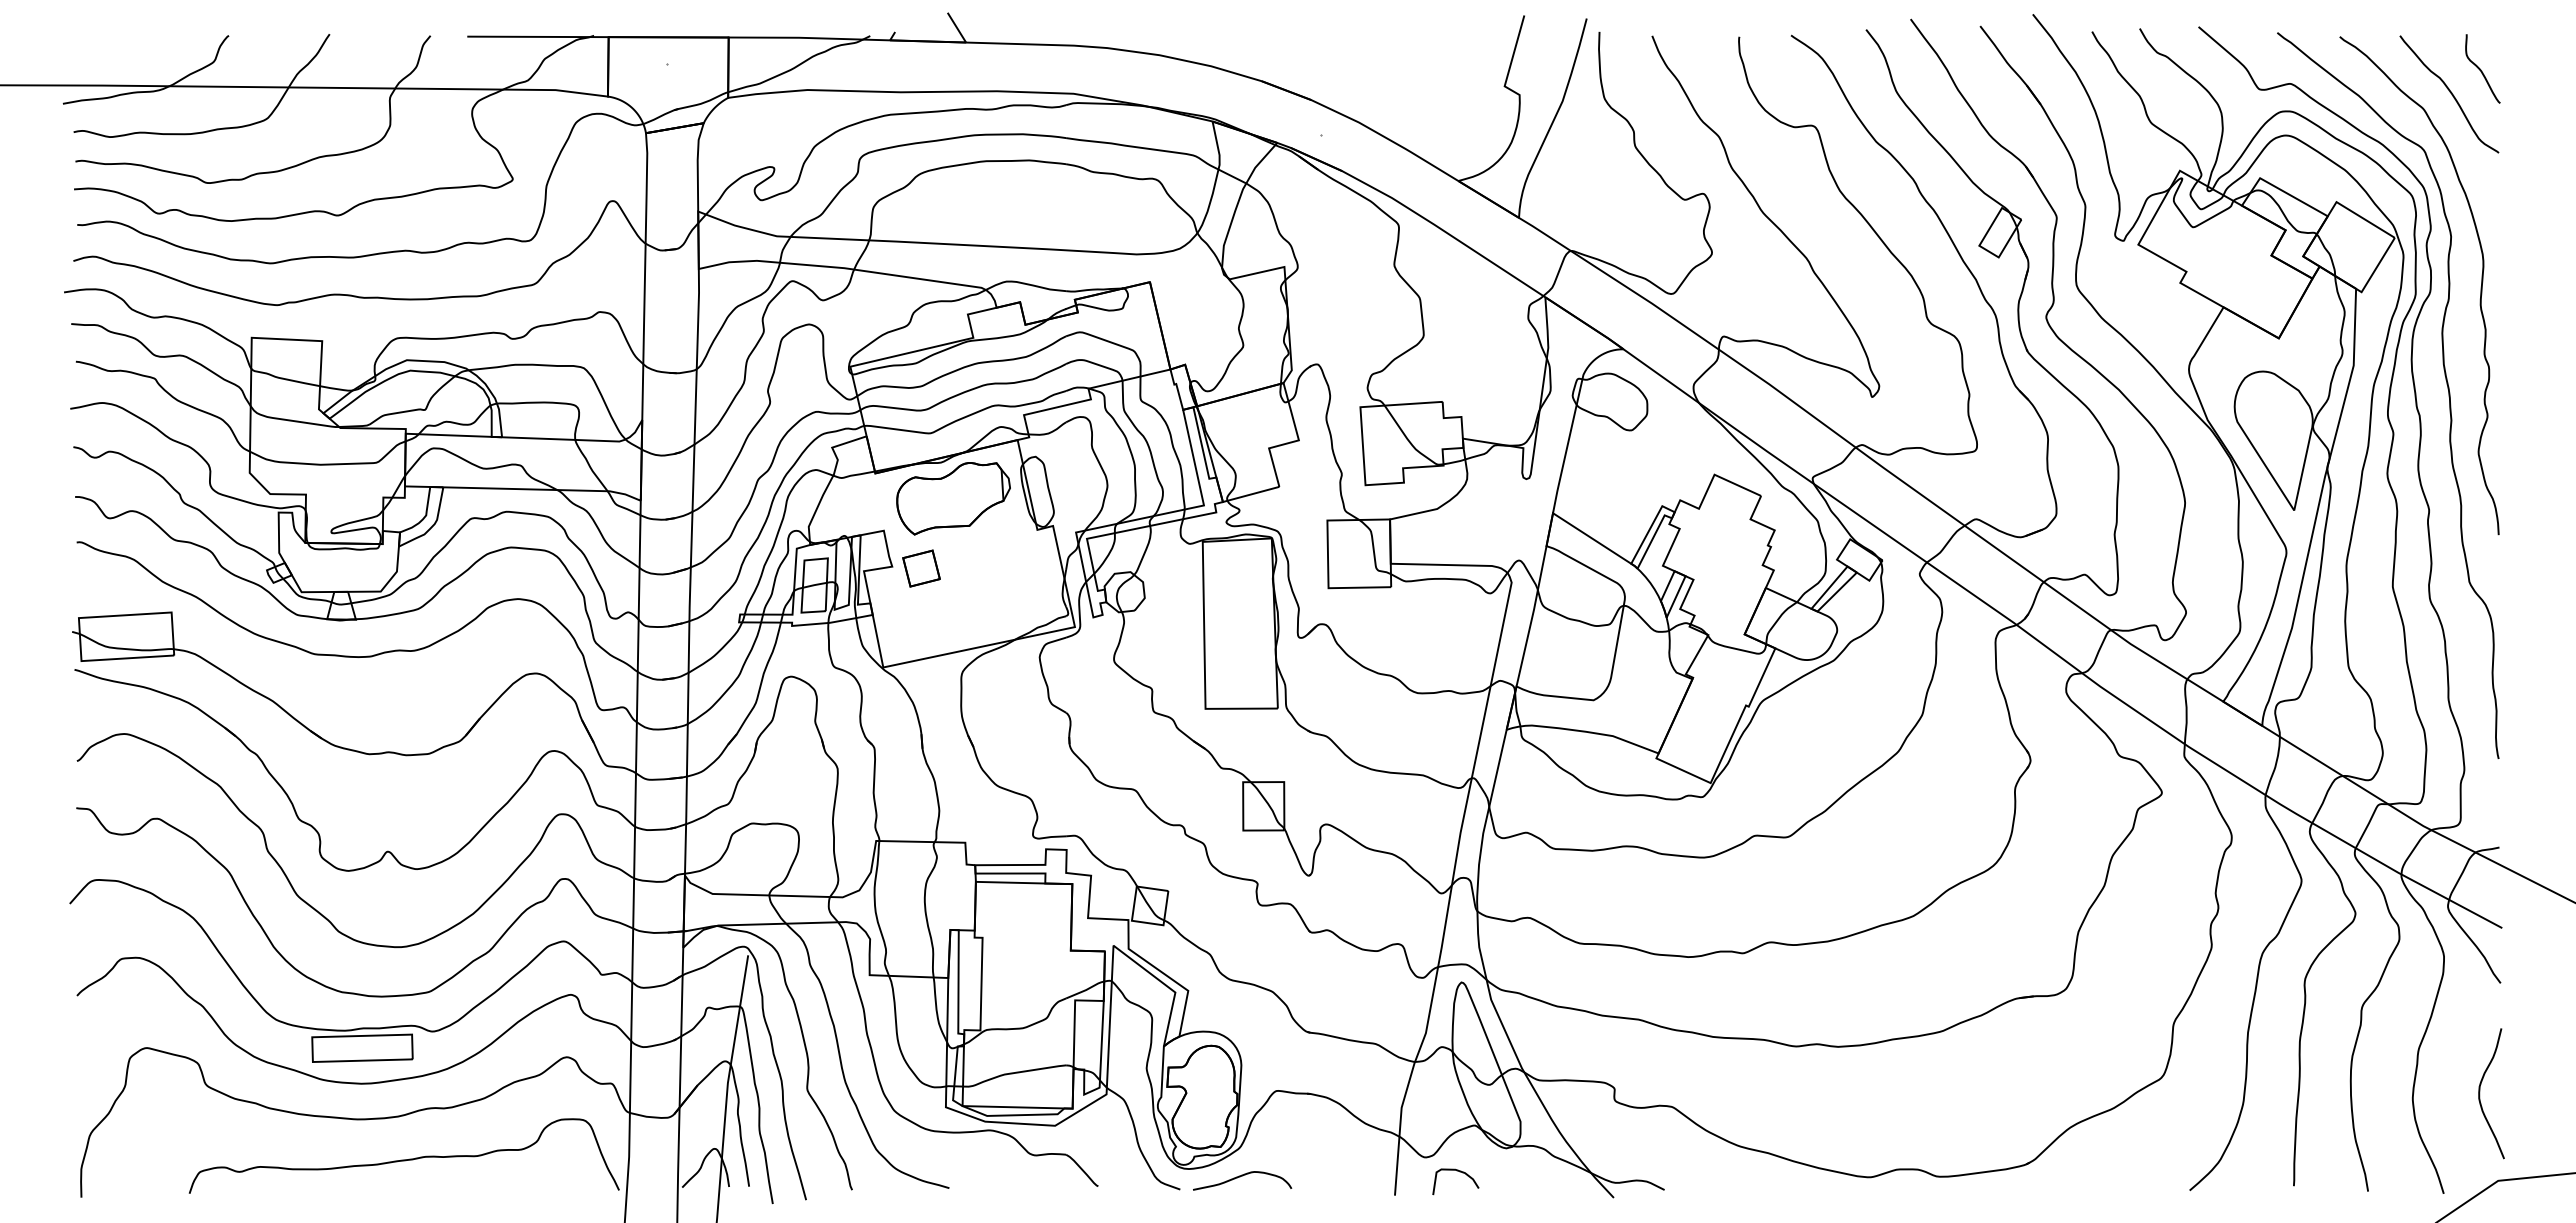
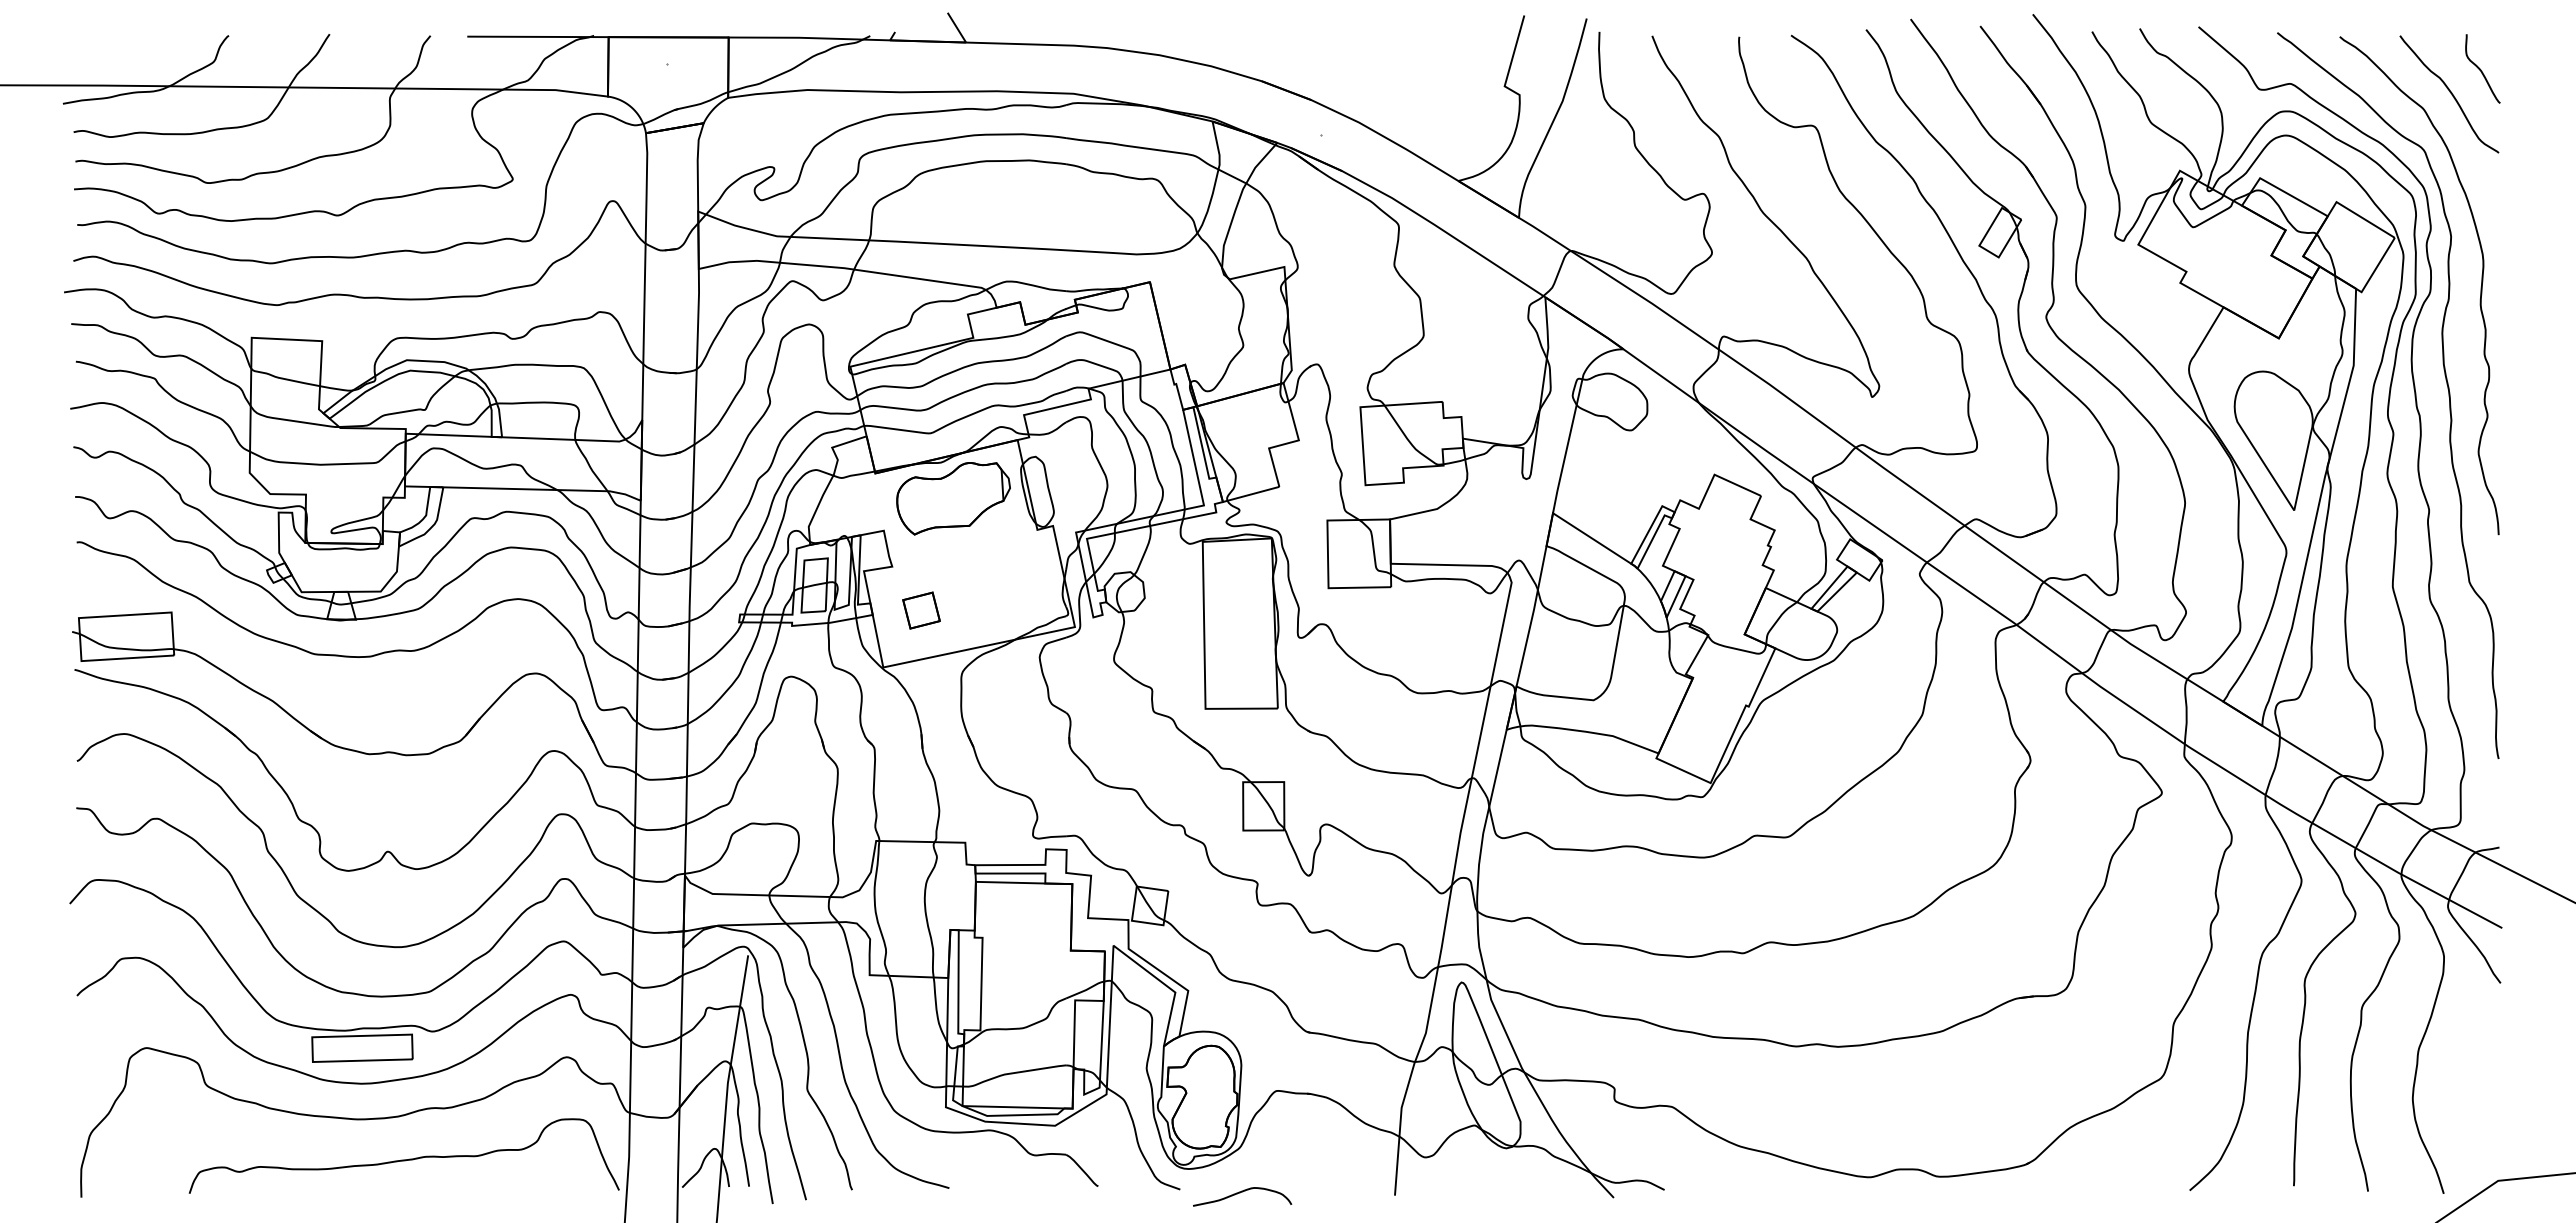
part at (921, 568) position: (921, 568) -> (921, 610)
curve at (2480, 1093): present -> none
curve at (1459, 1172): present -> none
curve at (1240, 1177) position: (1240, 1177) -> (1240, 1193)
